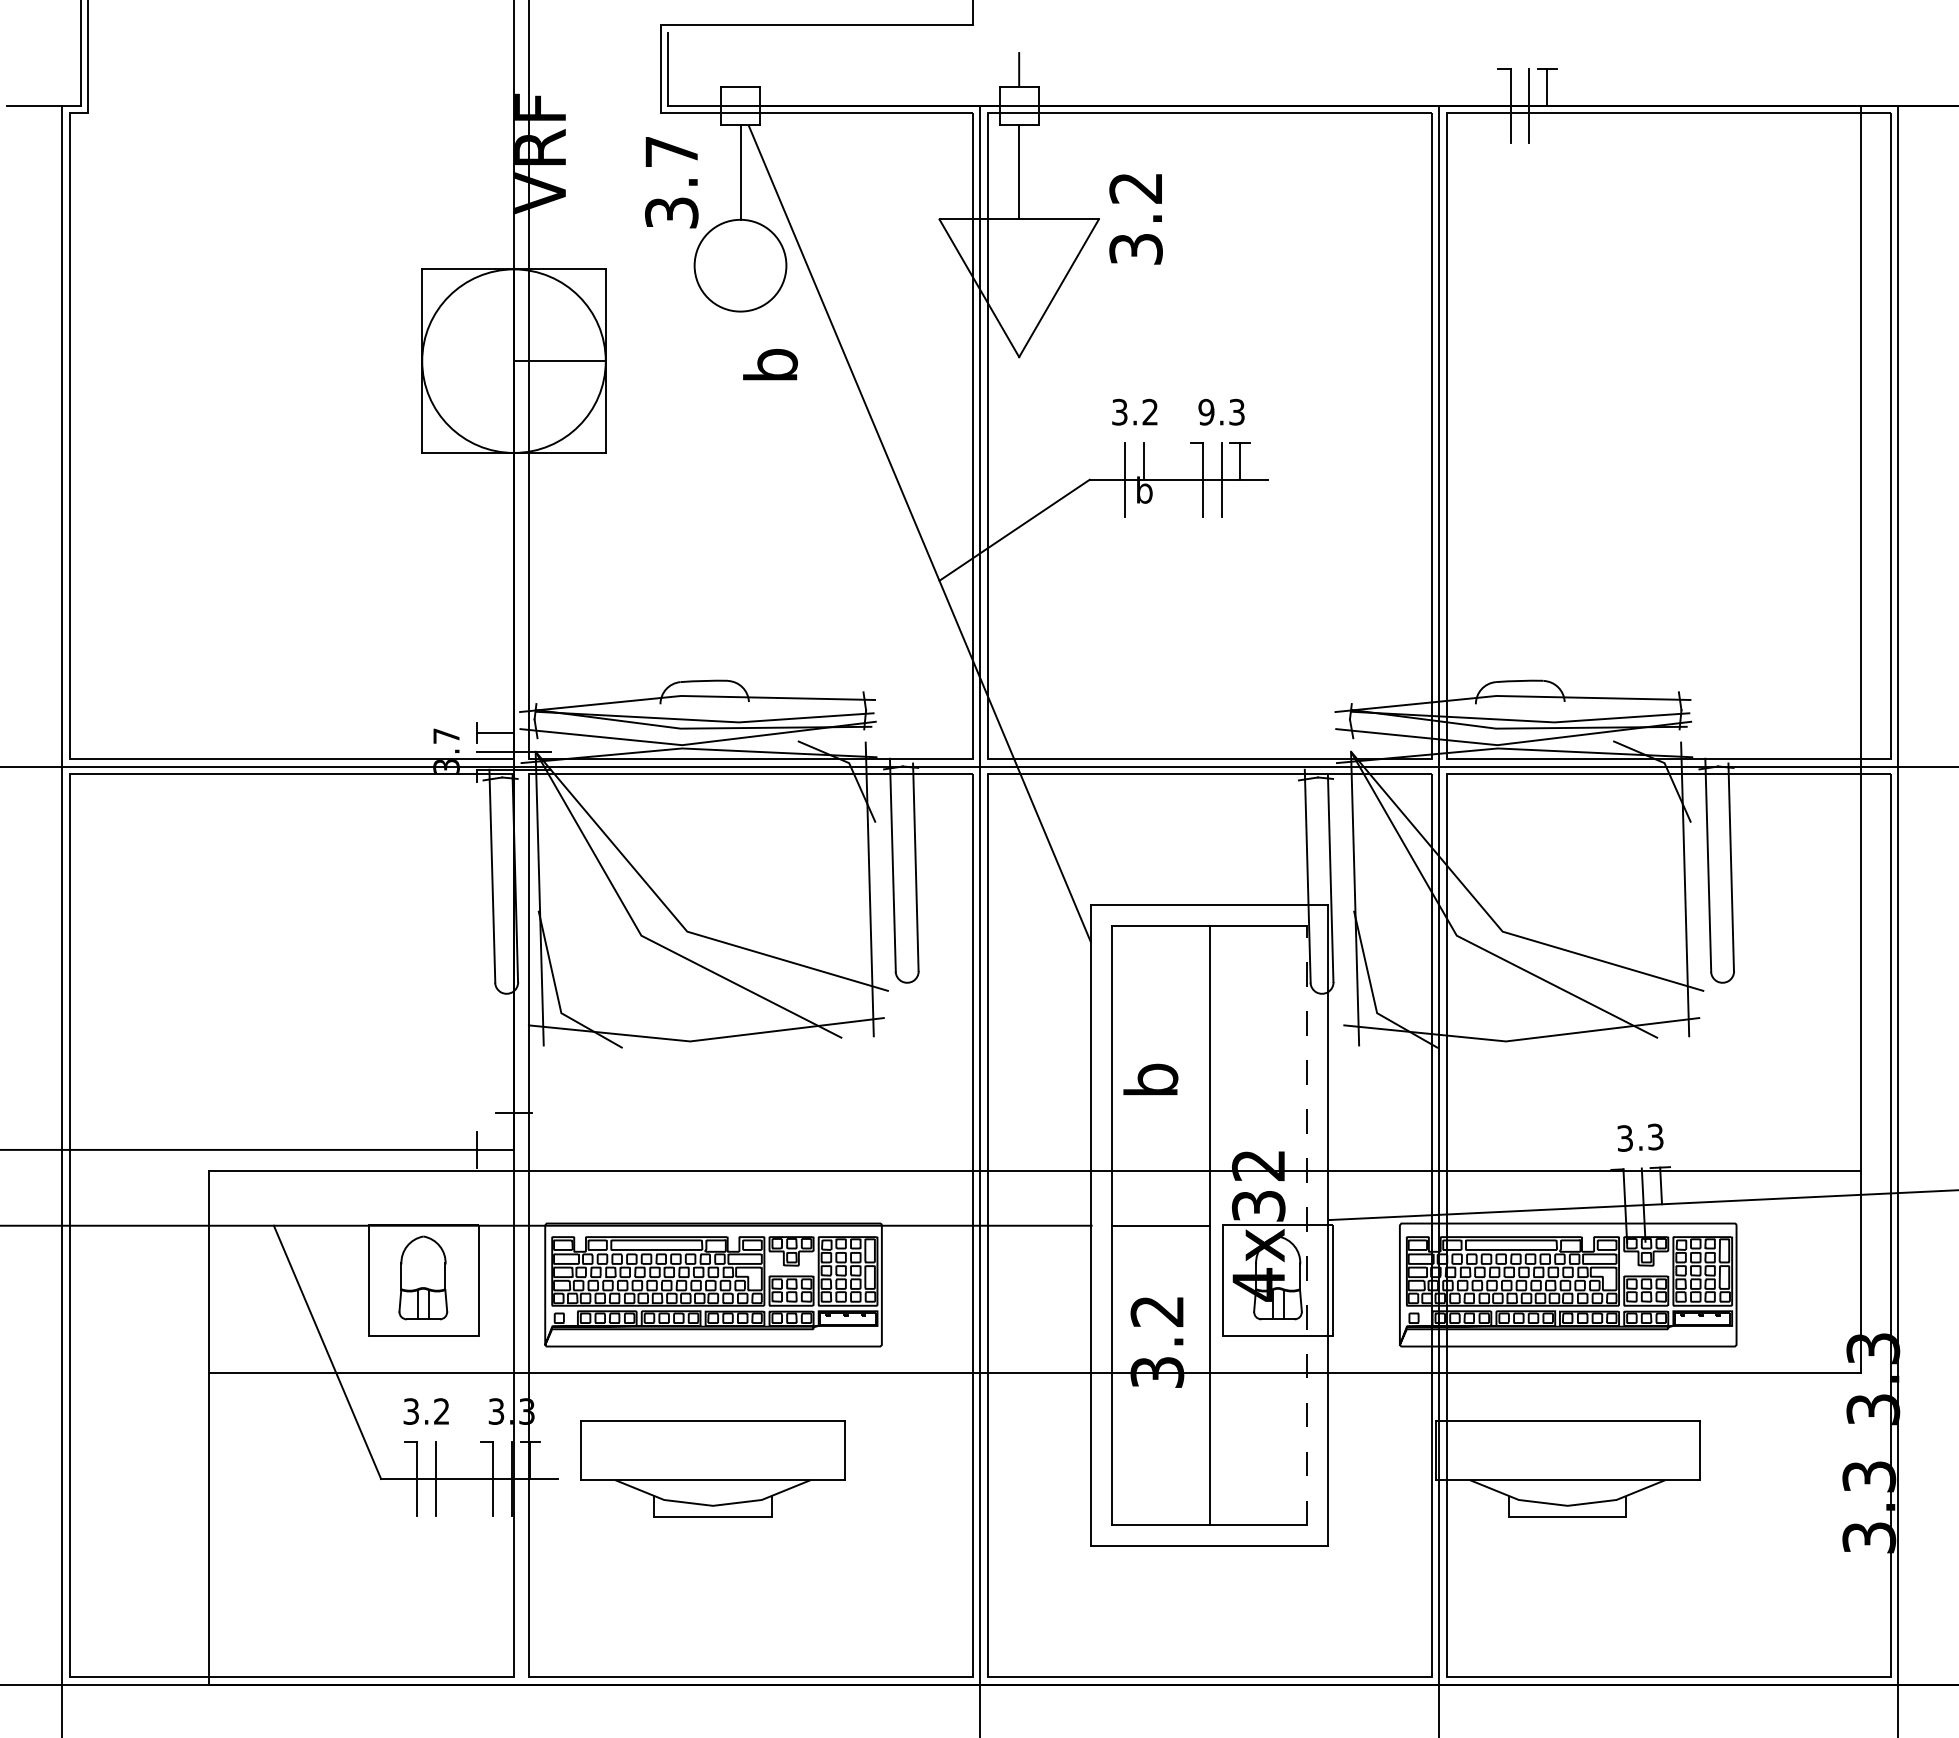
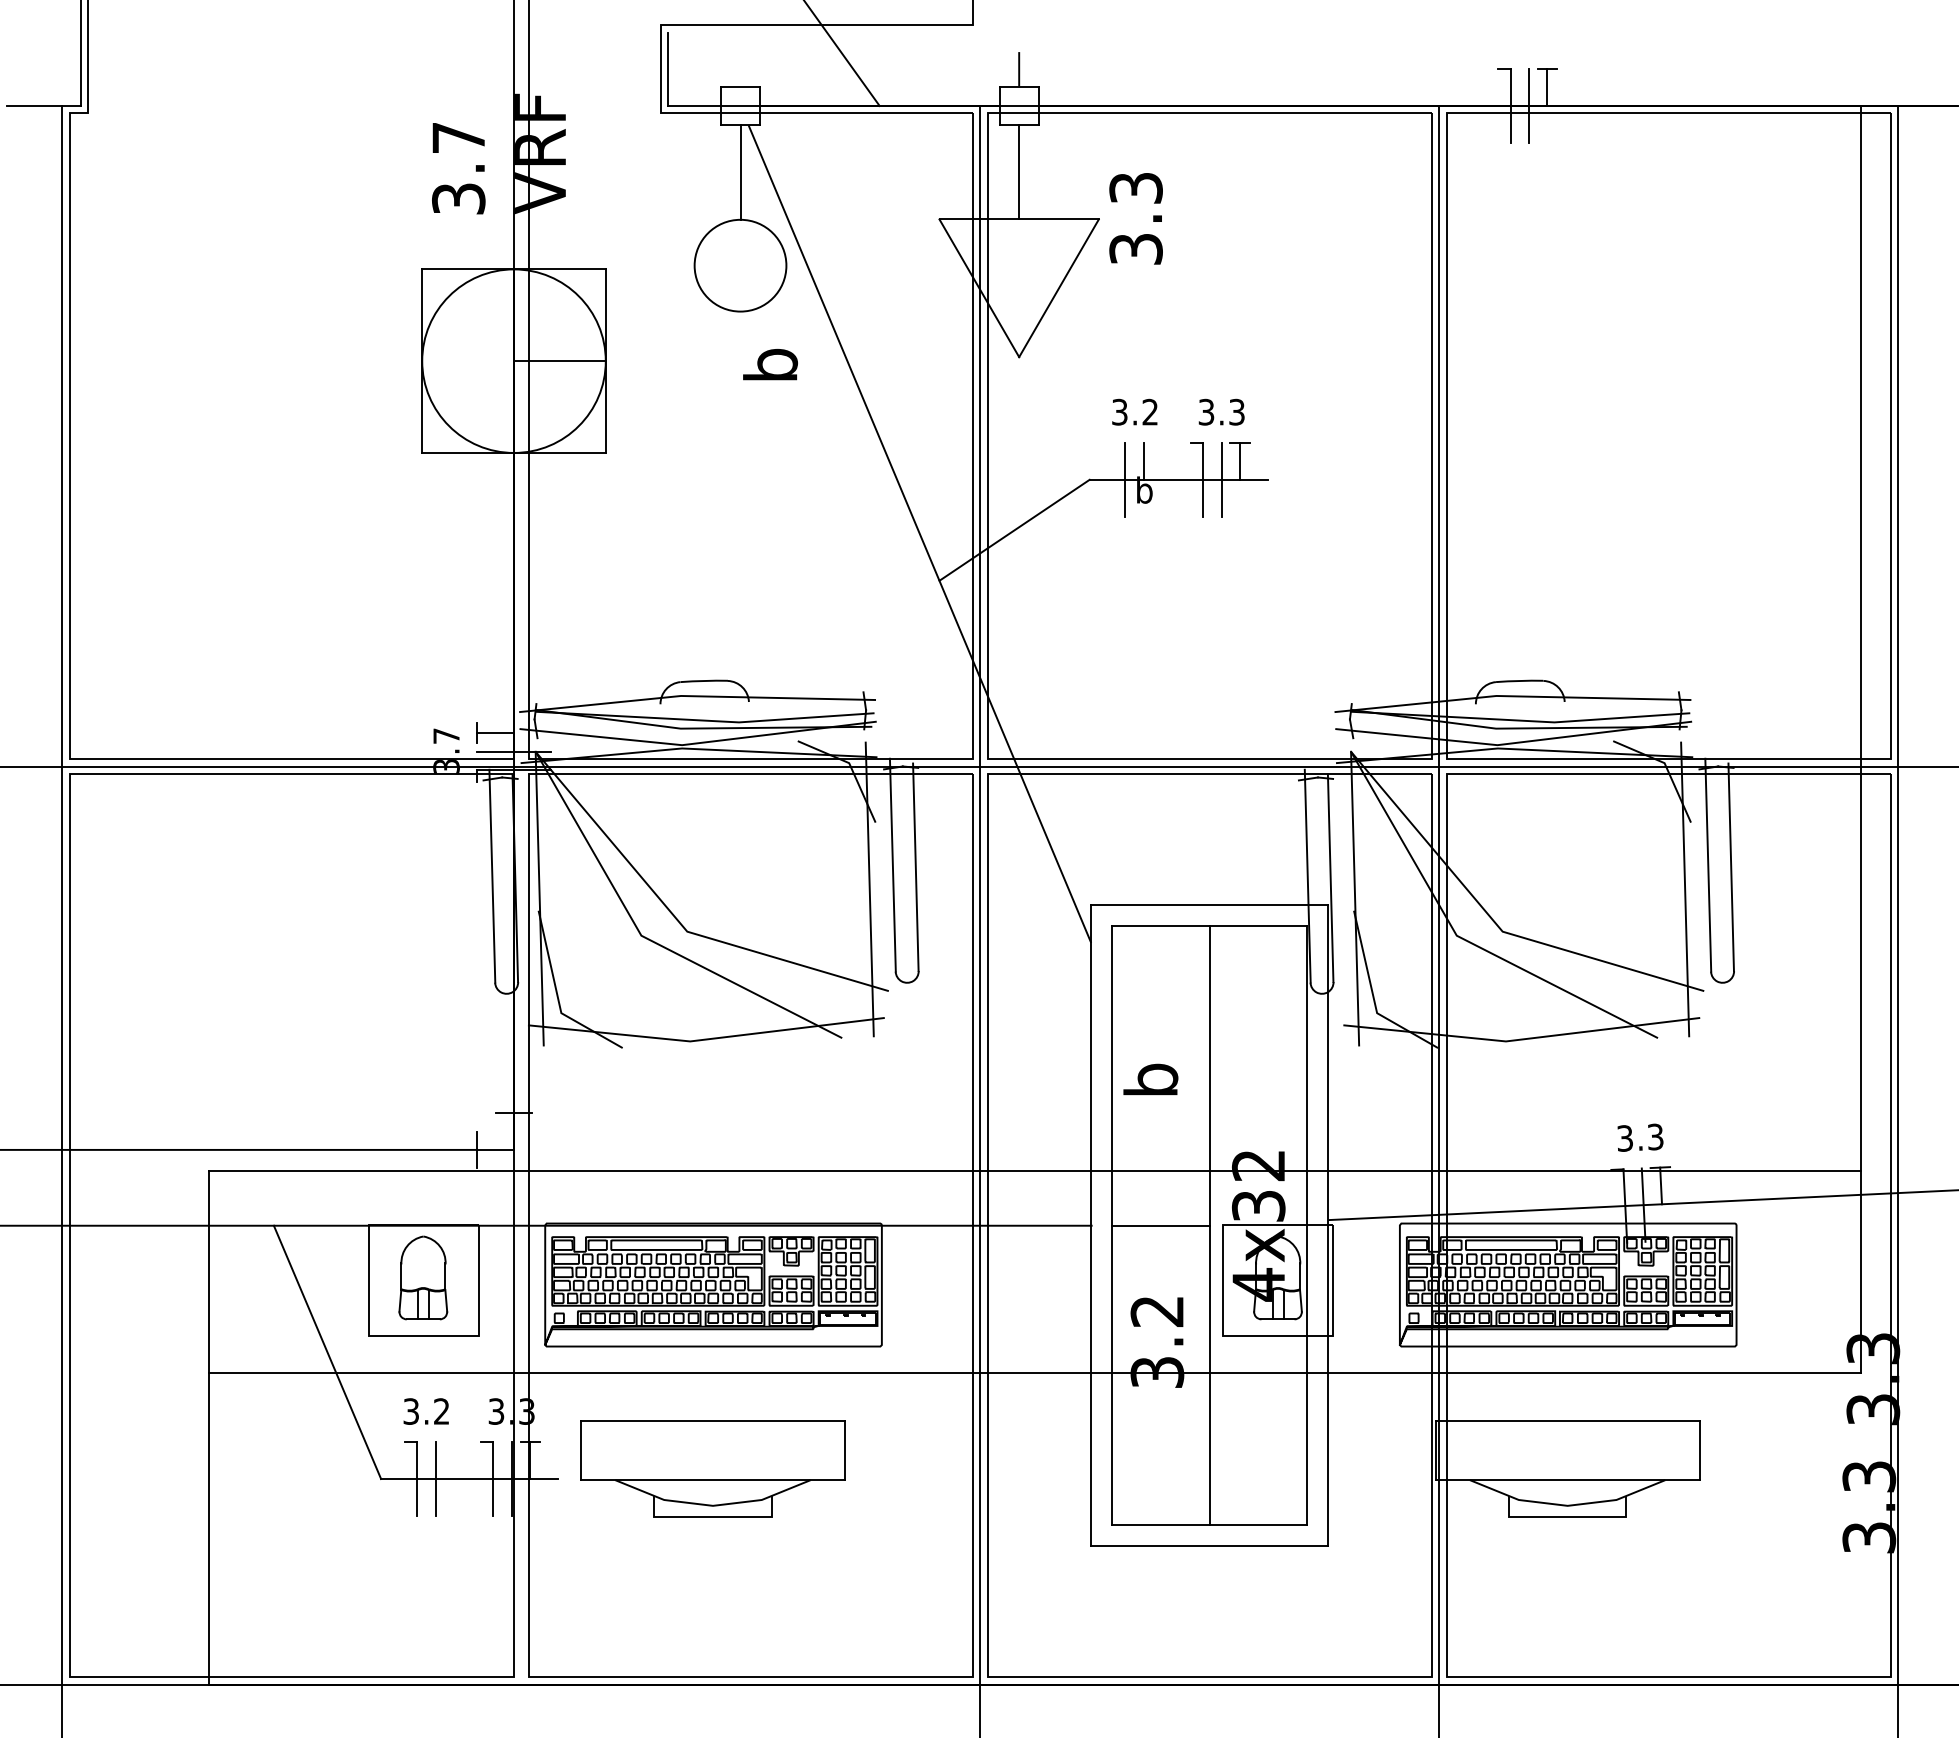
line at (842, 54): none -> present
text at (671, 182) position: (671, 182) -> (458, 168)
text at (1135, 188): 3.2 -> 3.3
text at (1206, 412): 9.3 -> 3.3
line at (1307, 1225): dashed -> solid
